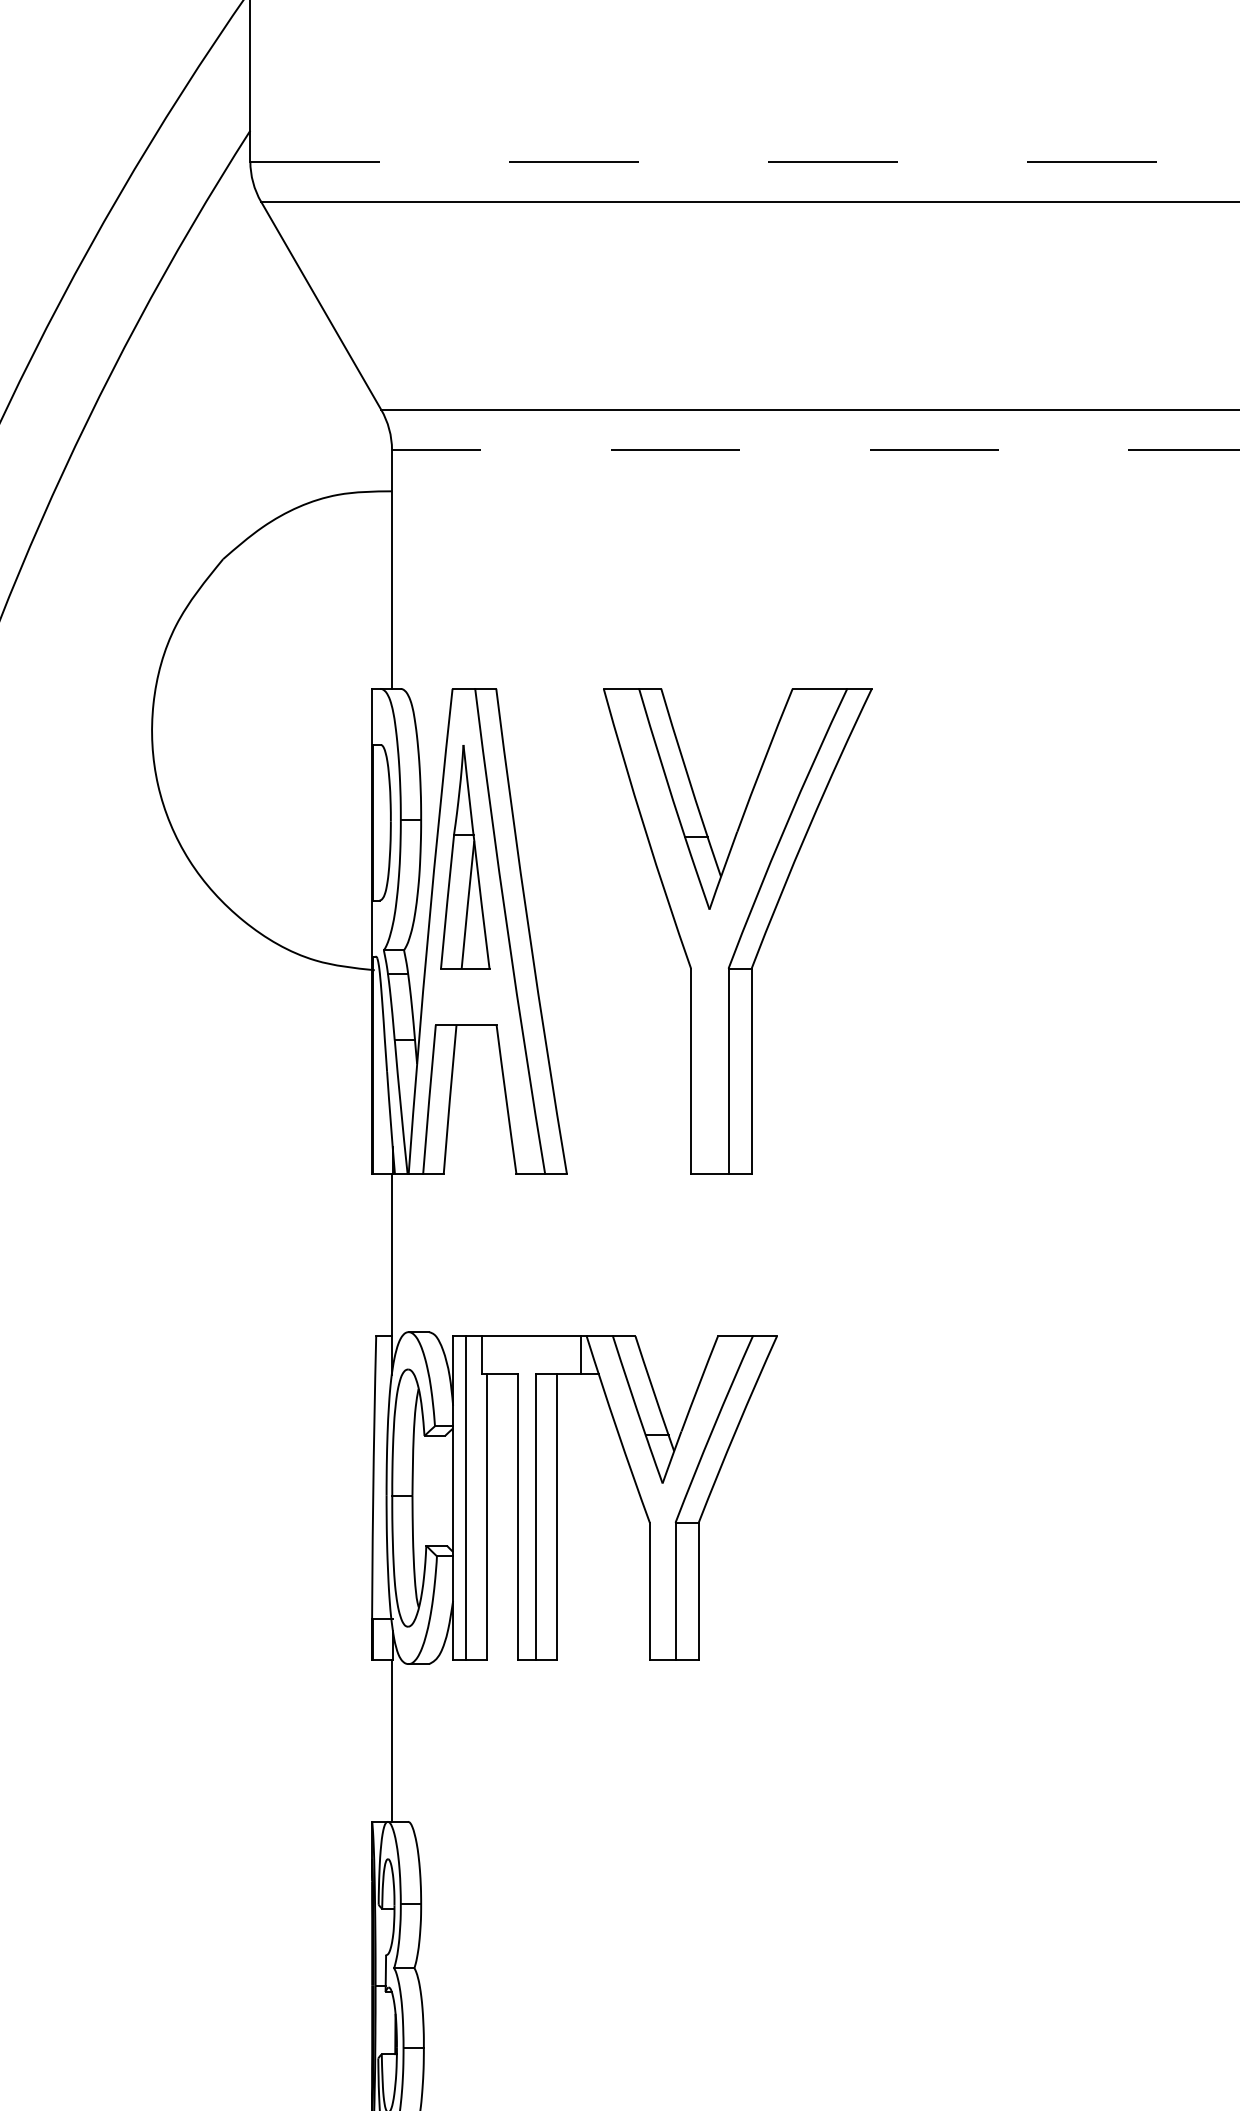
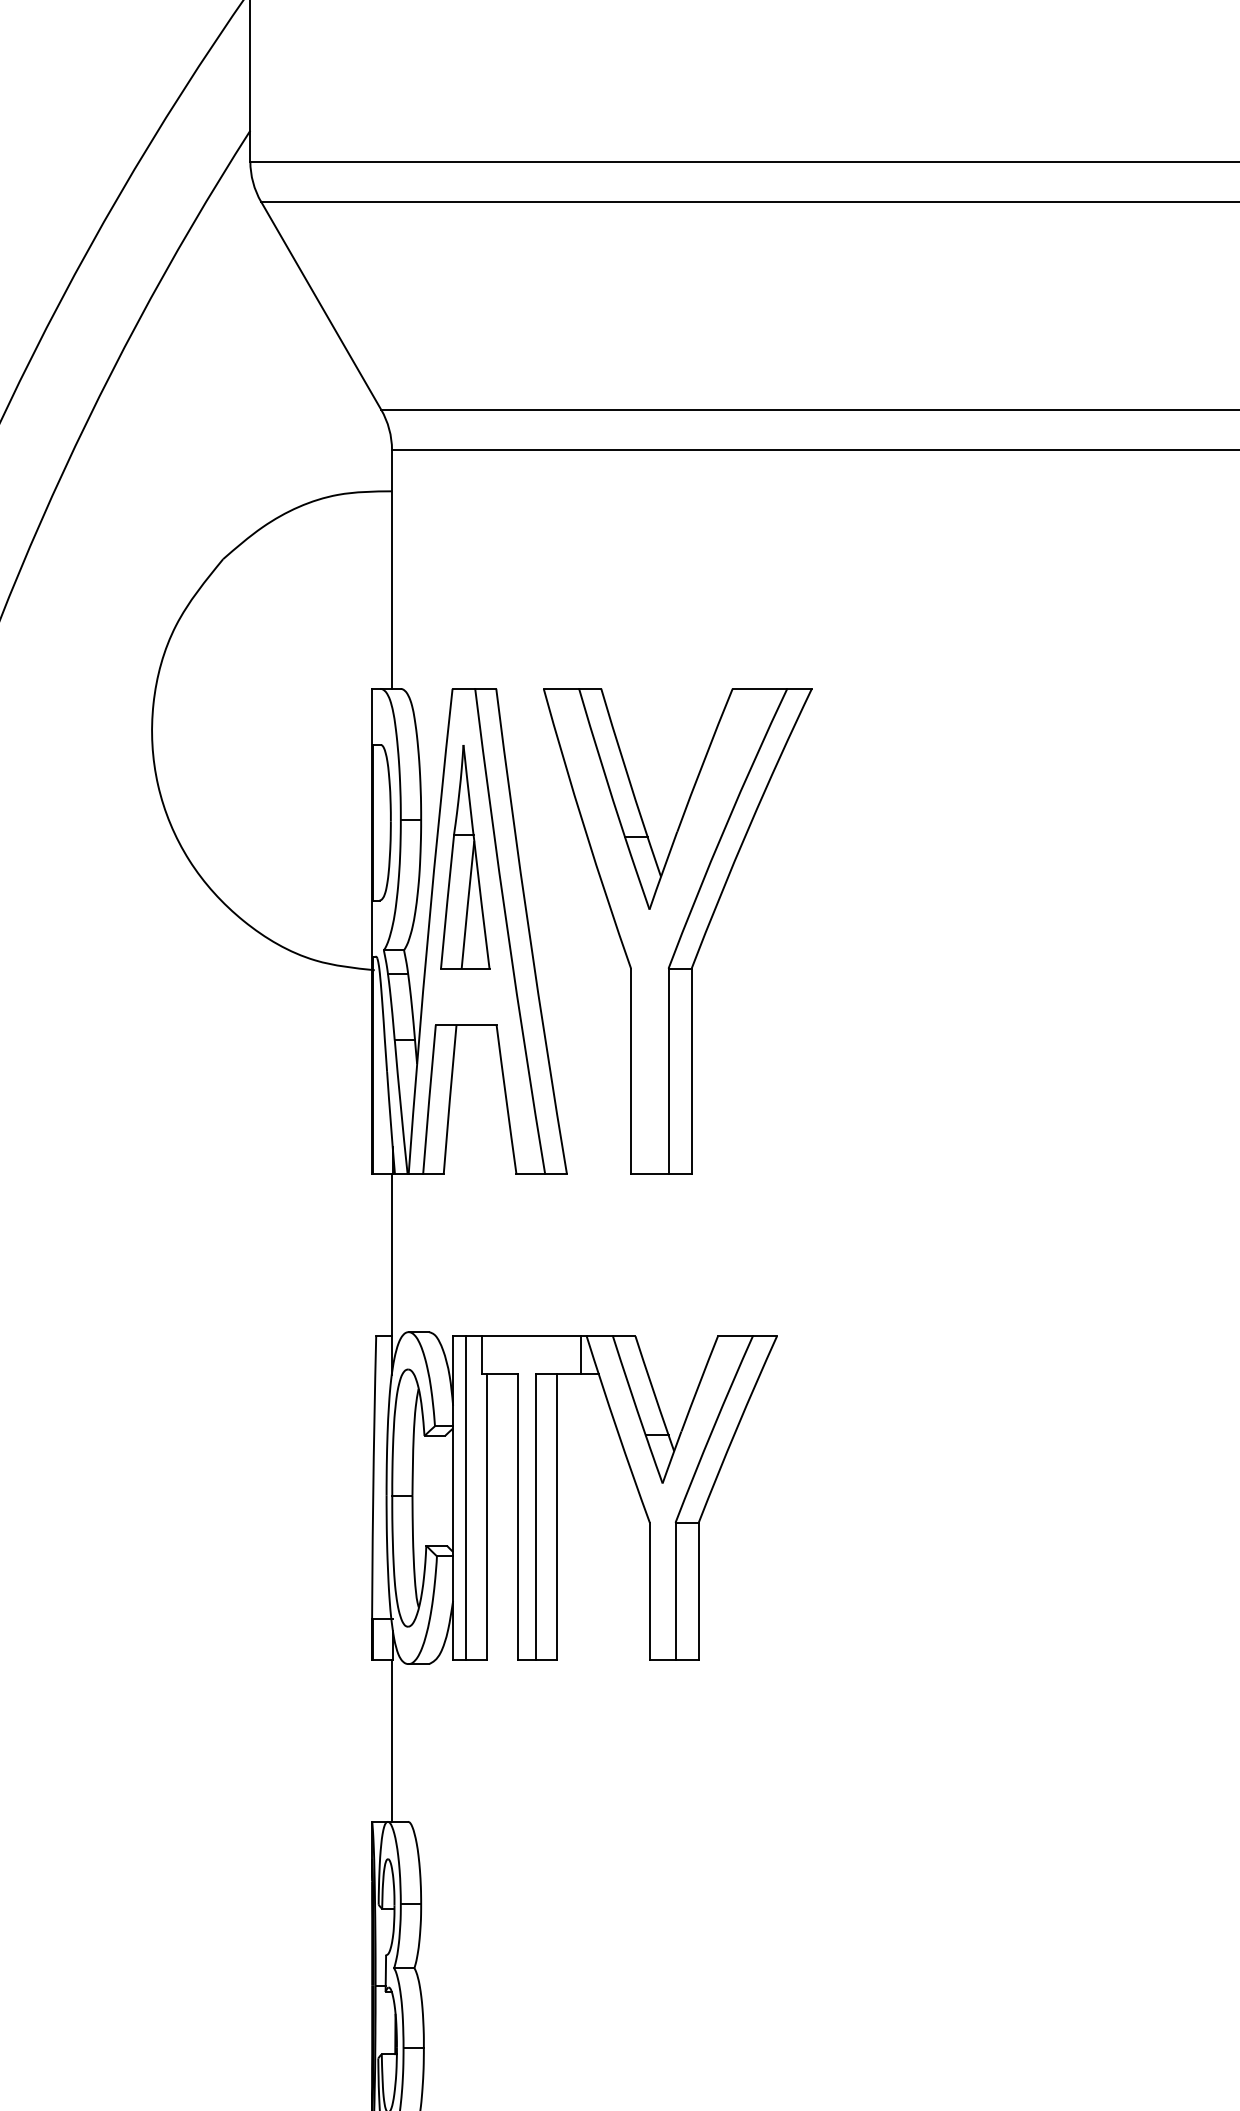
line at (745, 161): dashed -> solid
line at (815, 450): dashed -> solid
part at (737, 931) position: (737, 931) -> (677, 931)
